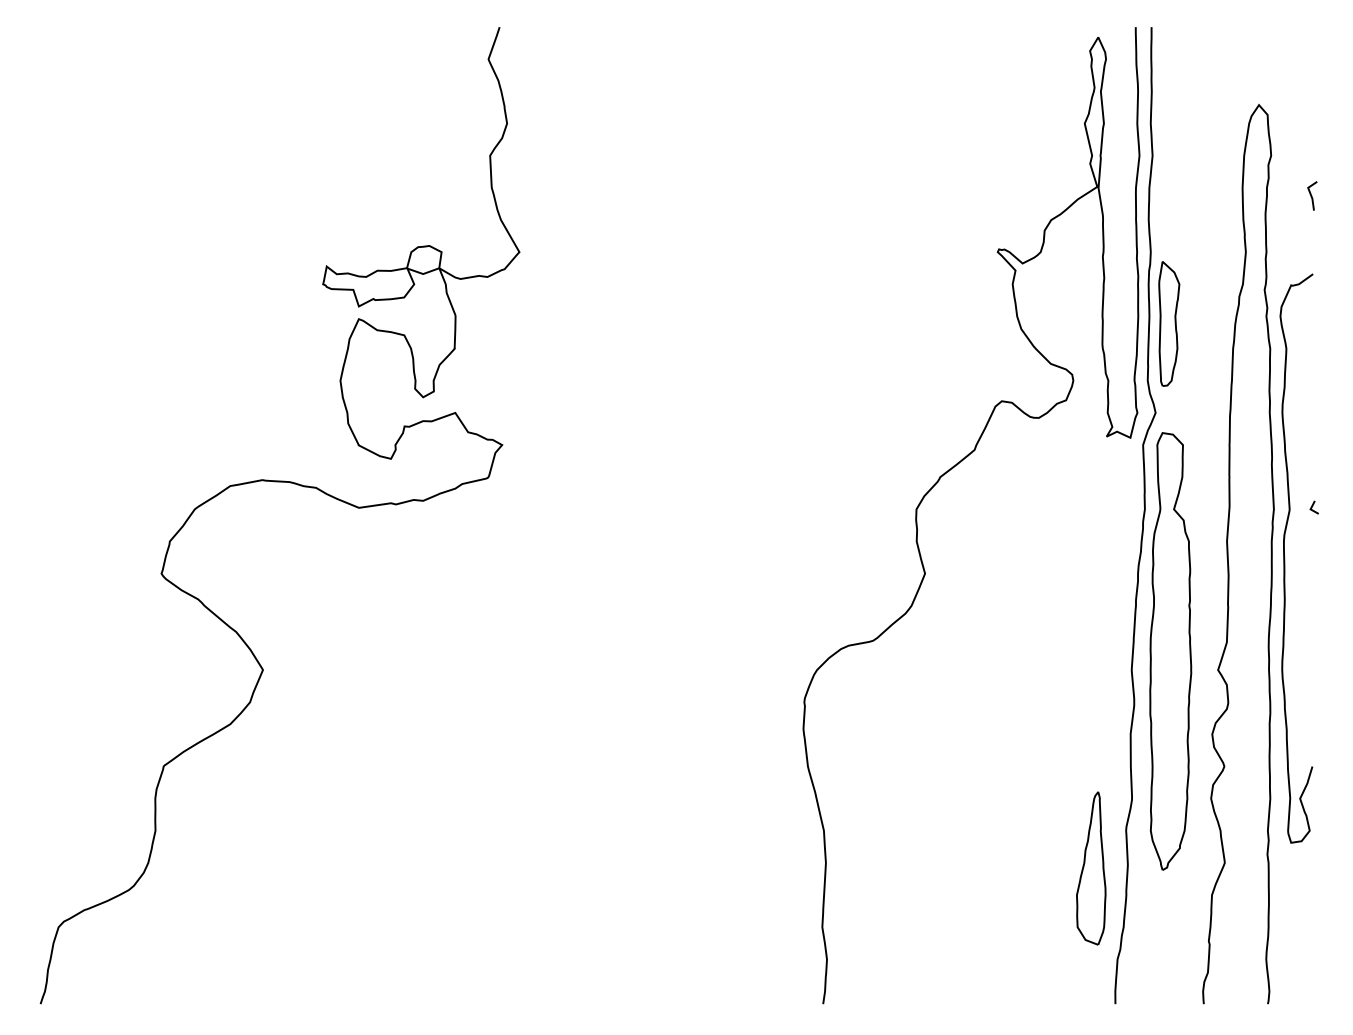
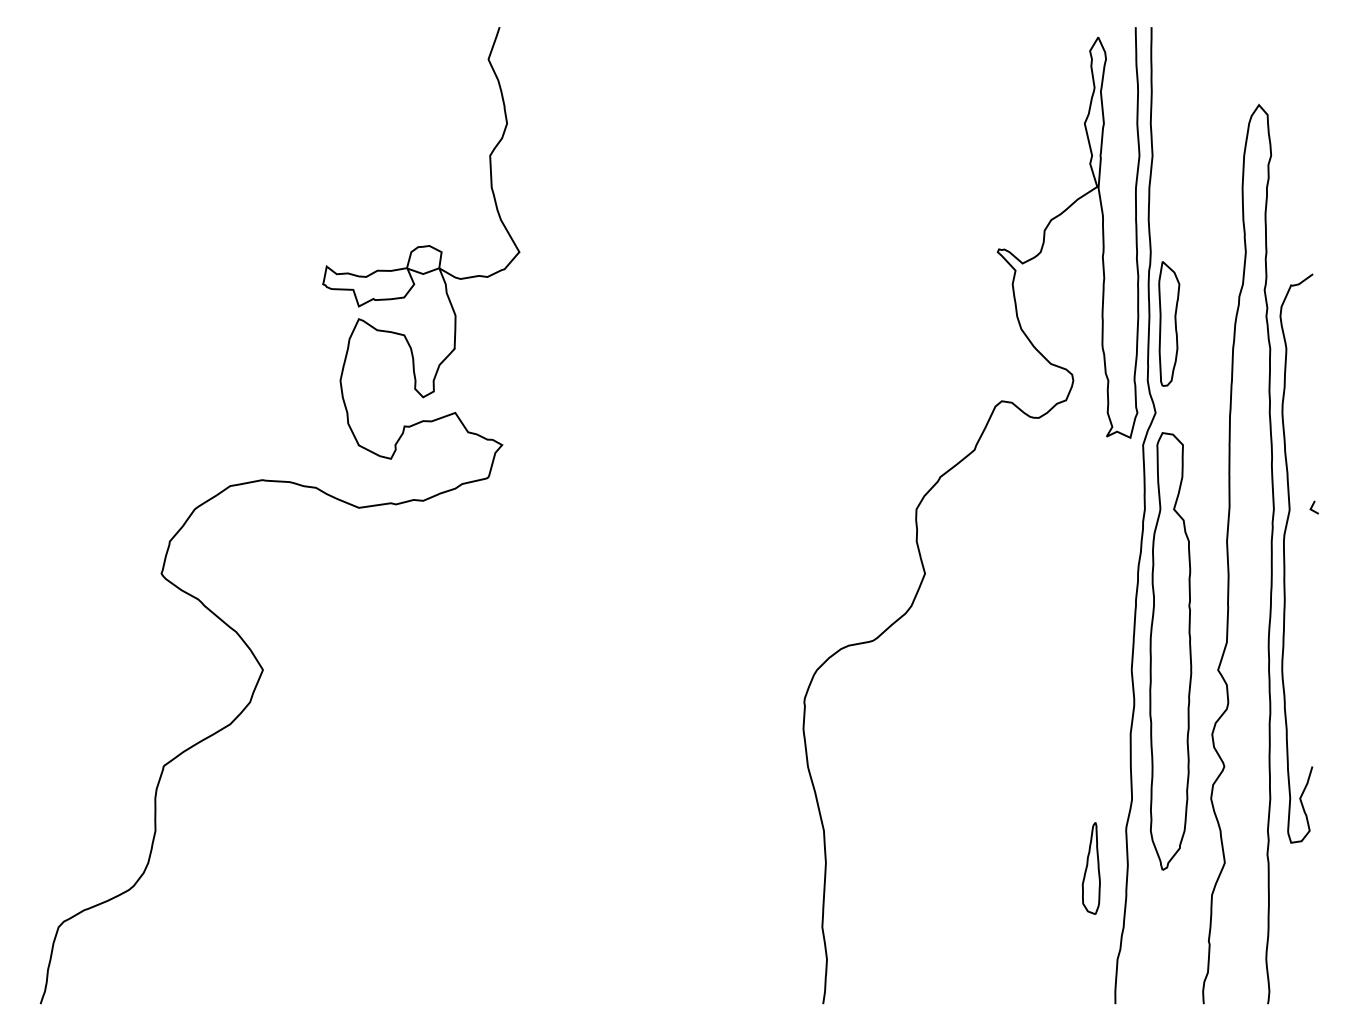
line at (1312, 195): present -> none
part at (1091, 868) size: 31x155 px -> 20x93 px
